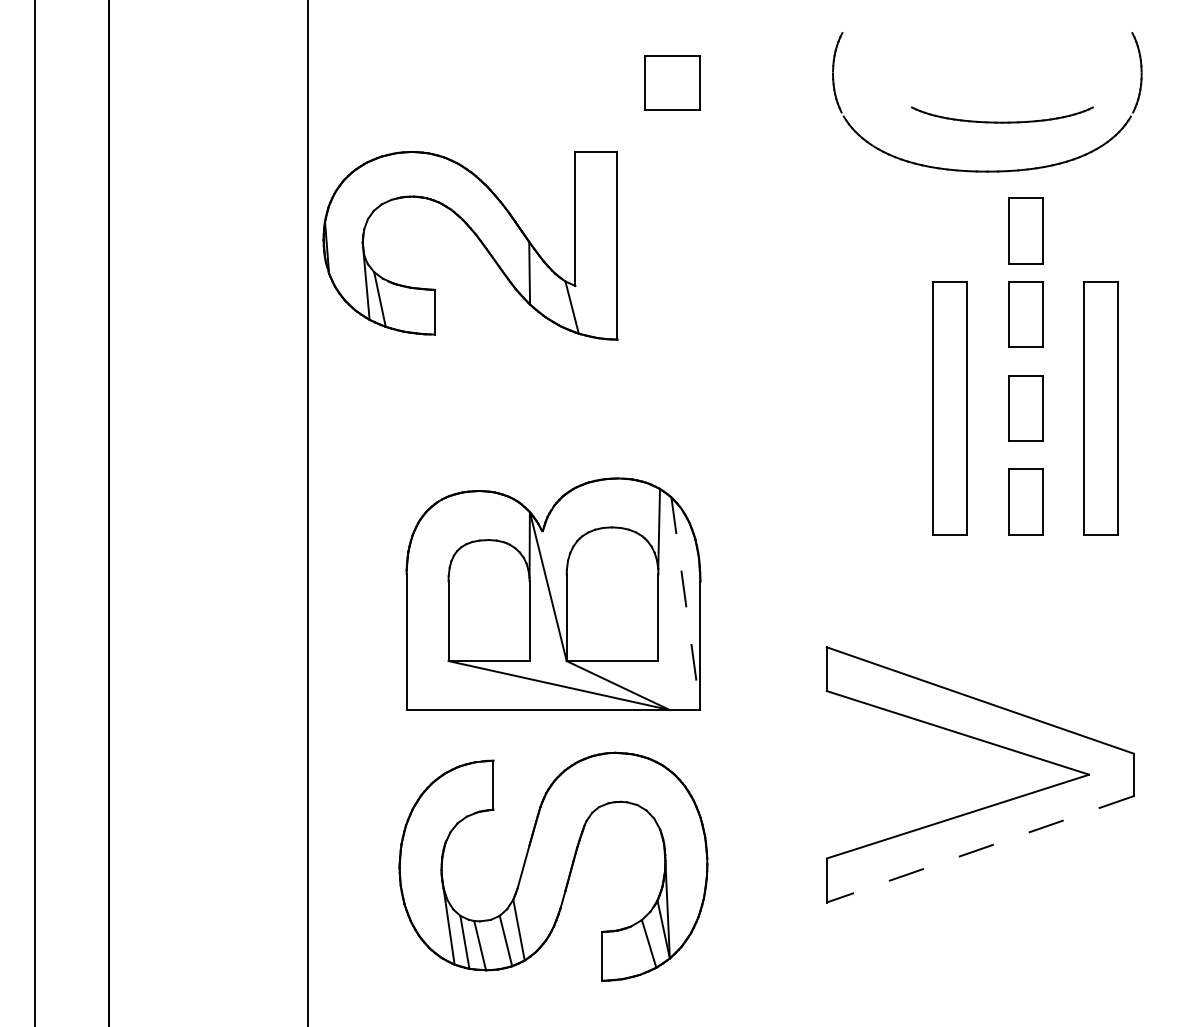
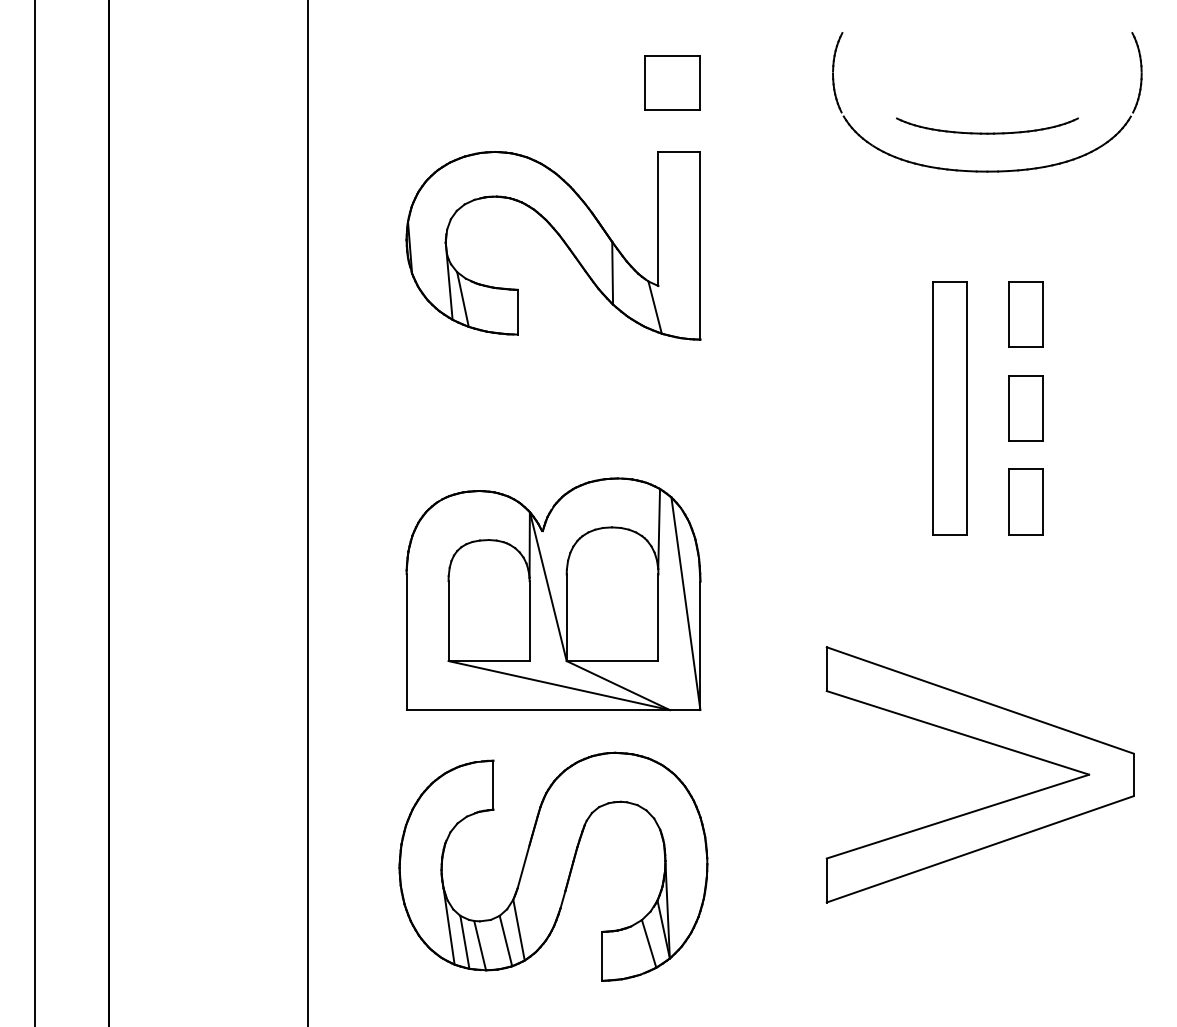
part at (1002, 121) position: (1002, 121) -> (987, 132)
part at (1025, 230): present -> none
part at (479, 241) position: (479, 241) -> (562, 241)
part at (1100, 408): present -> none
line at (685, 604): dashed -> solid
line at (979, 849): dashed -> solid
